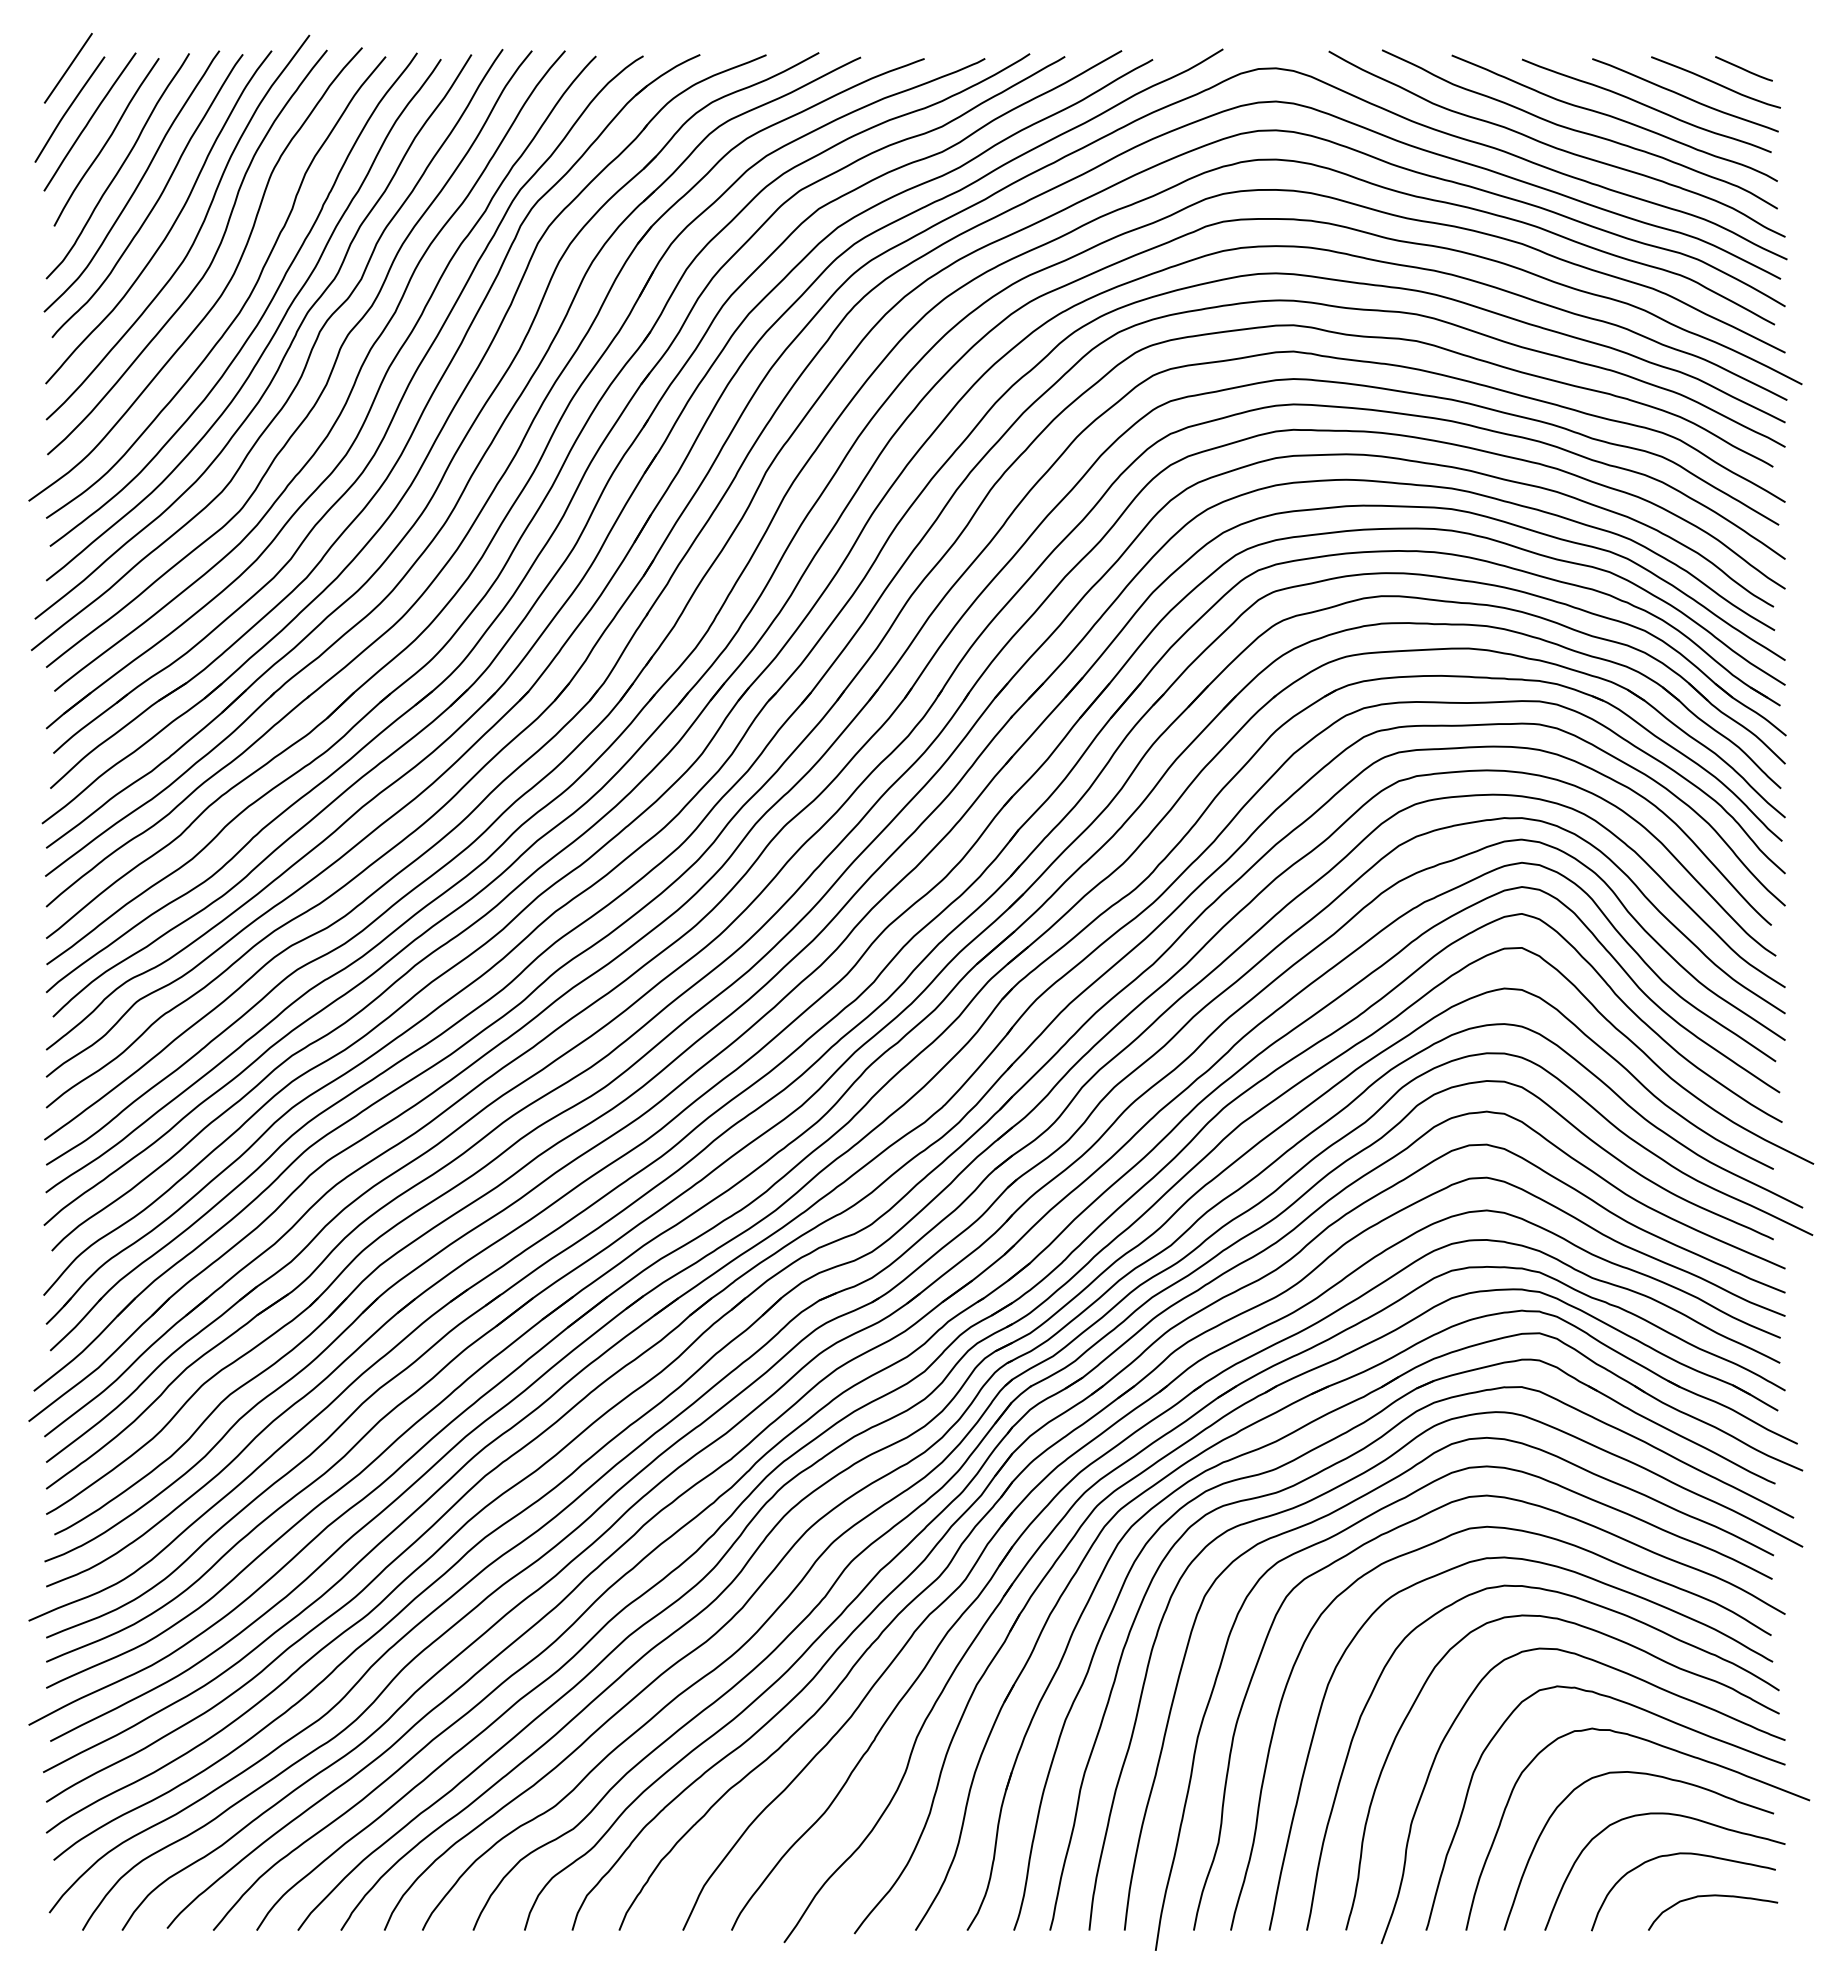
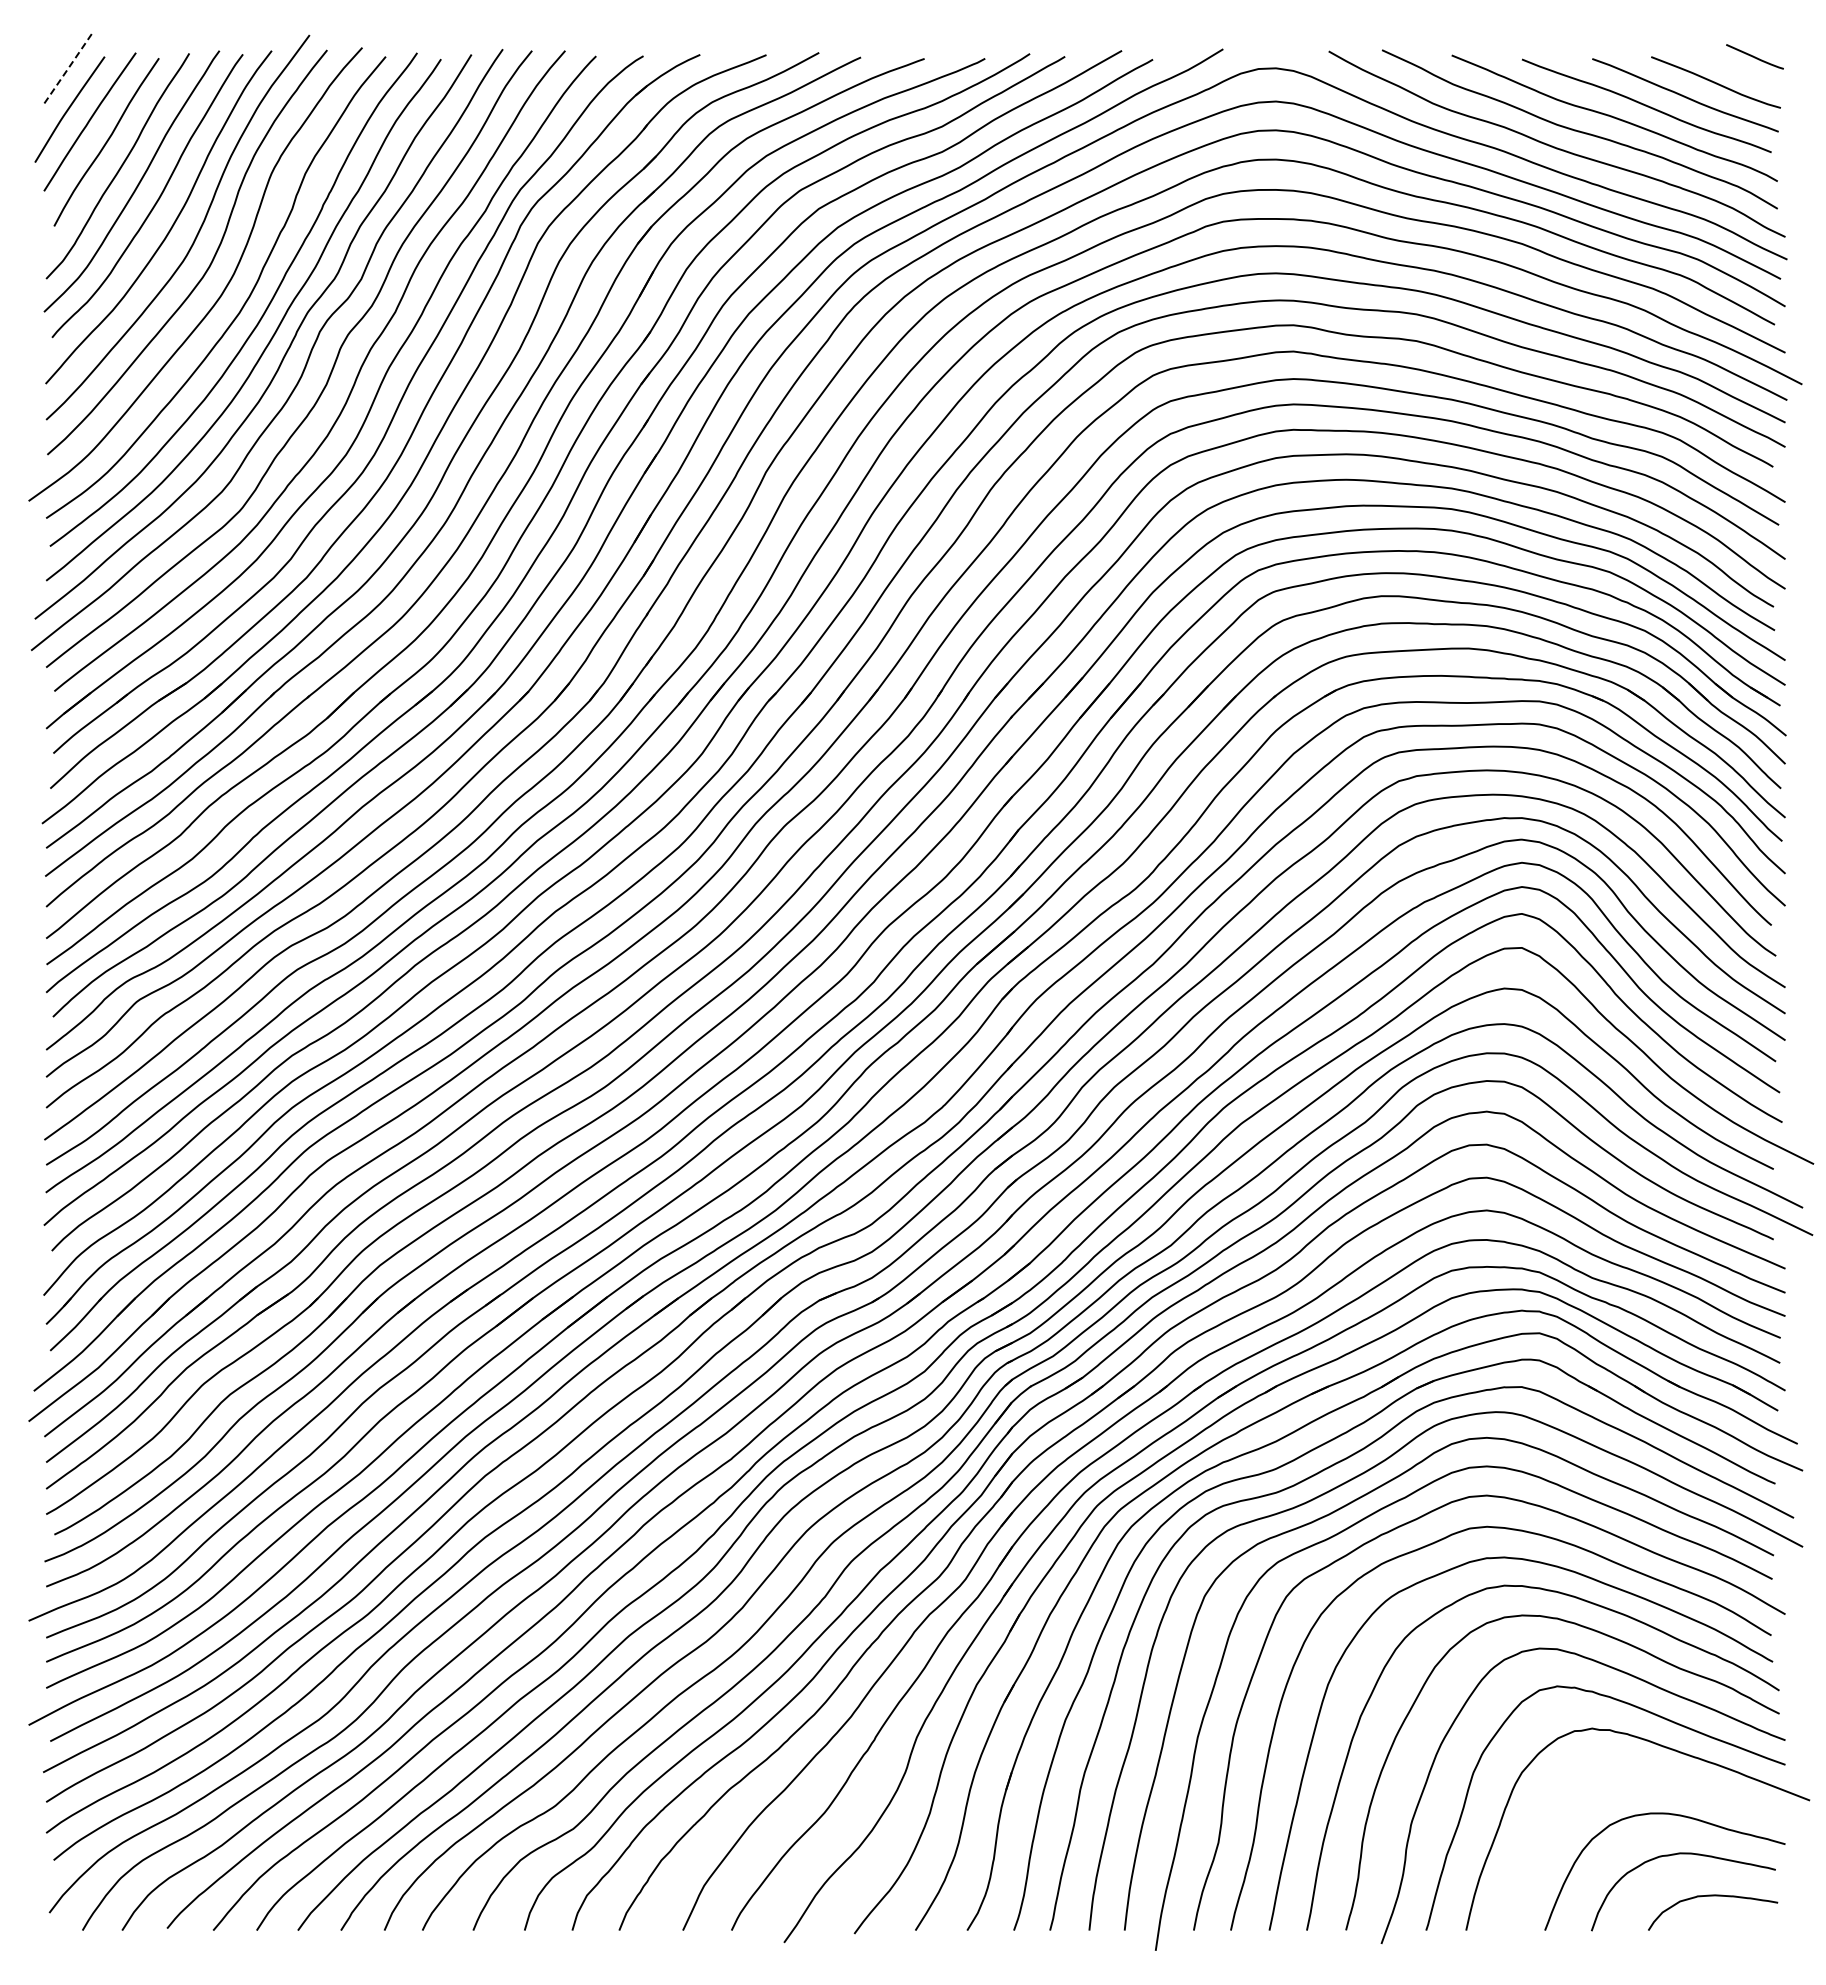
line at (68, 68): solid -> dashed
curve at (1743, 68) position: (1743, 68) -> (1754, 56)
curve at (1653, 1776): present -> none
